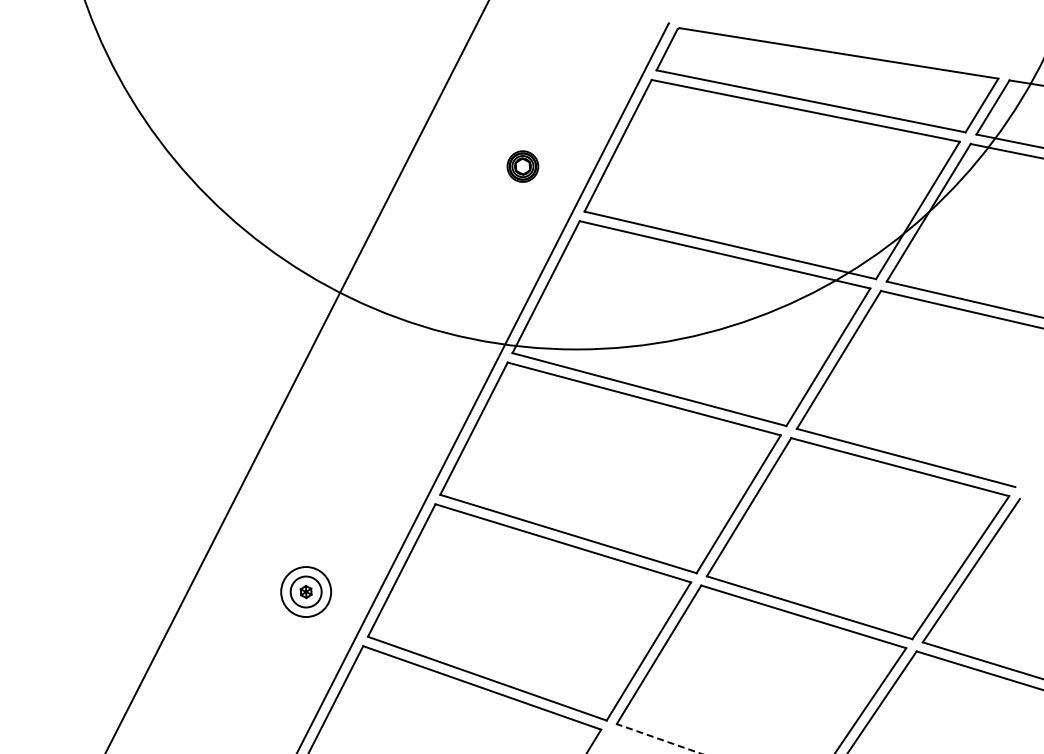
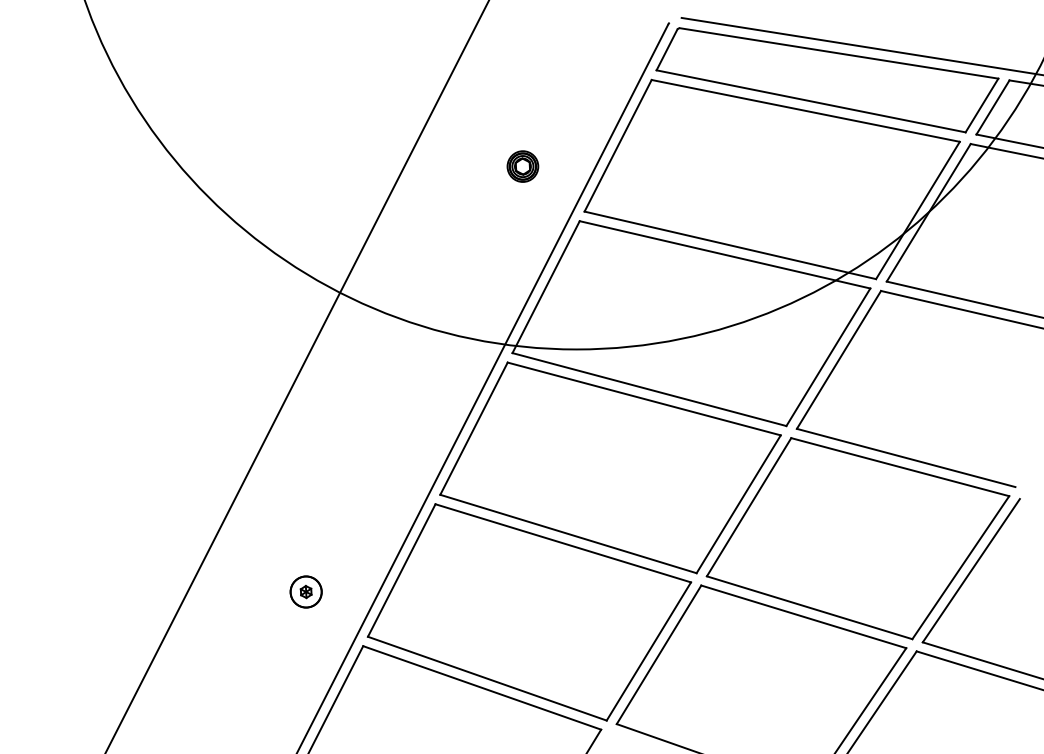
line at (860, 45): none -> present
circle at (306, 592) diameter: 50 px -> 31 px
line at (659, 738): dashed -> solid
